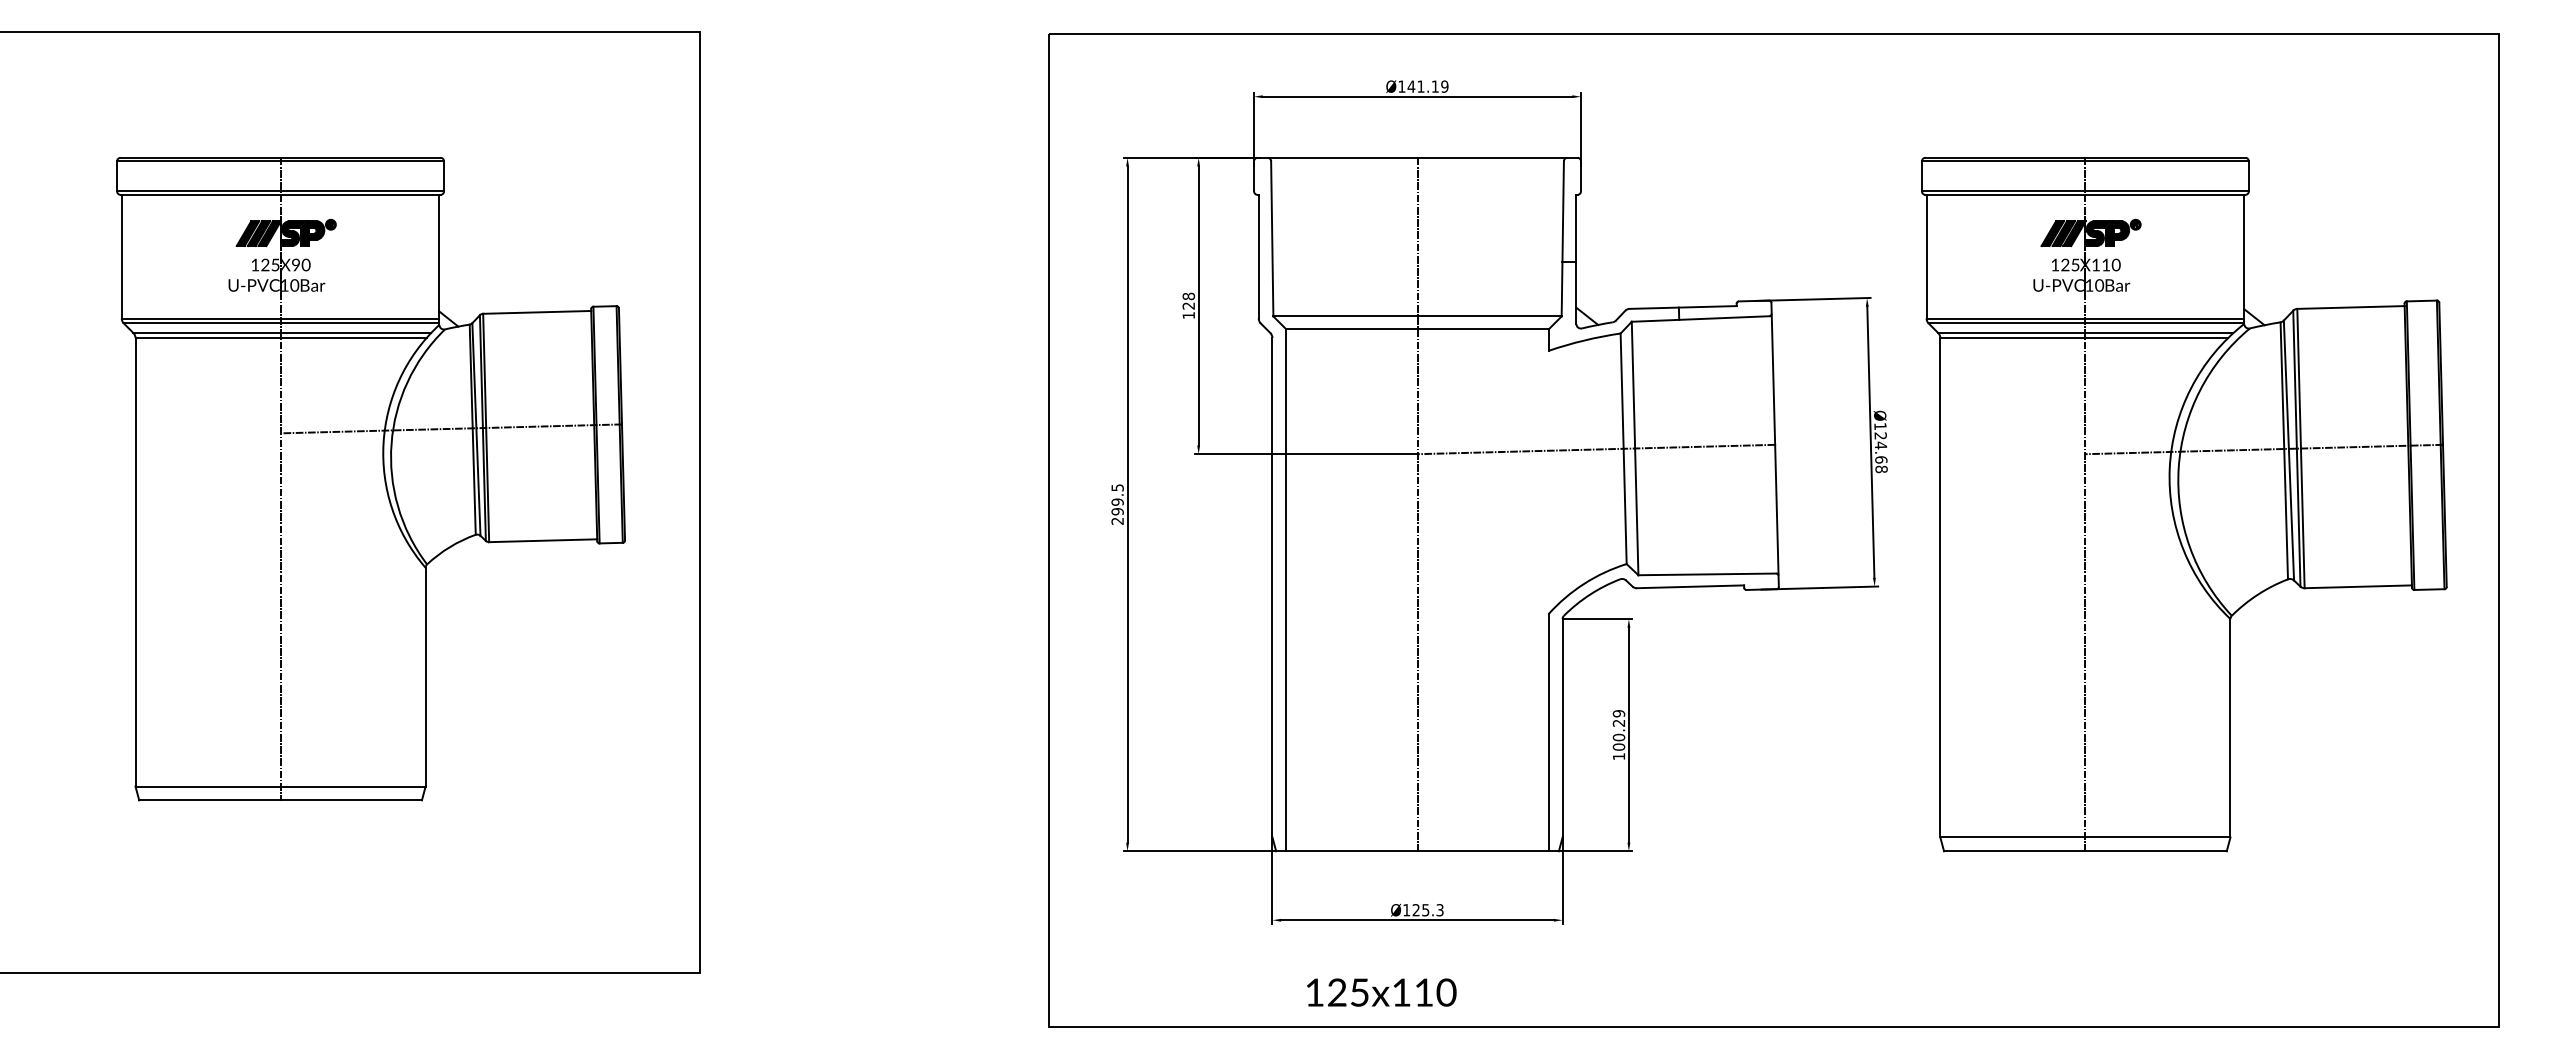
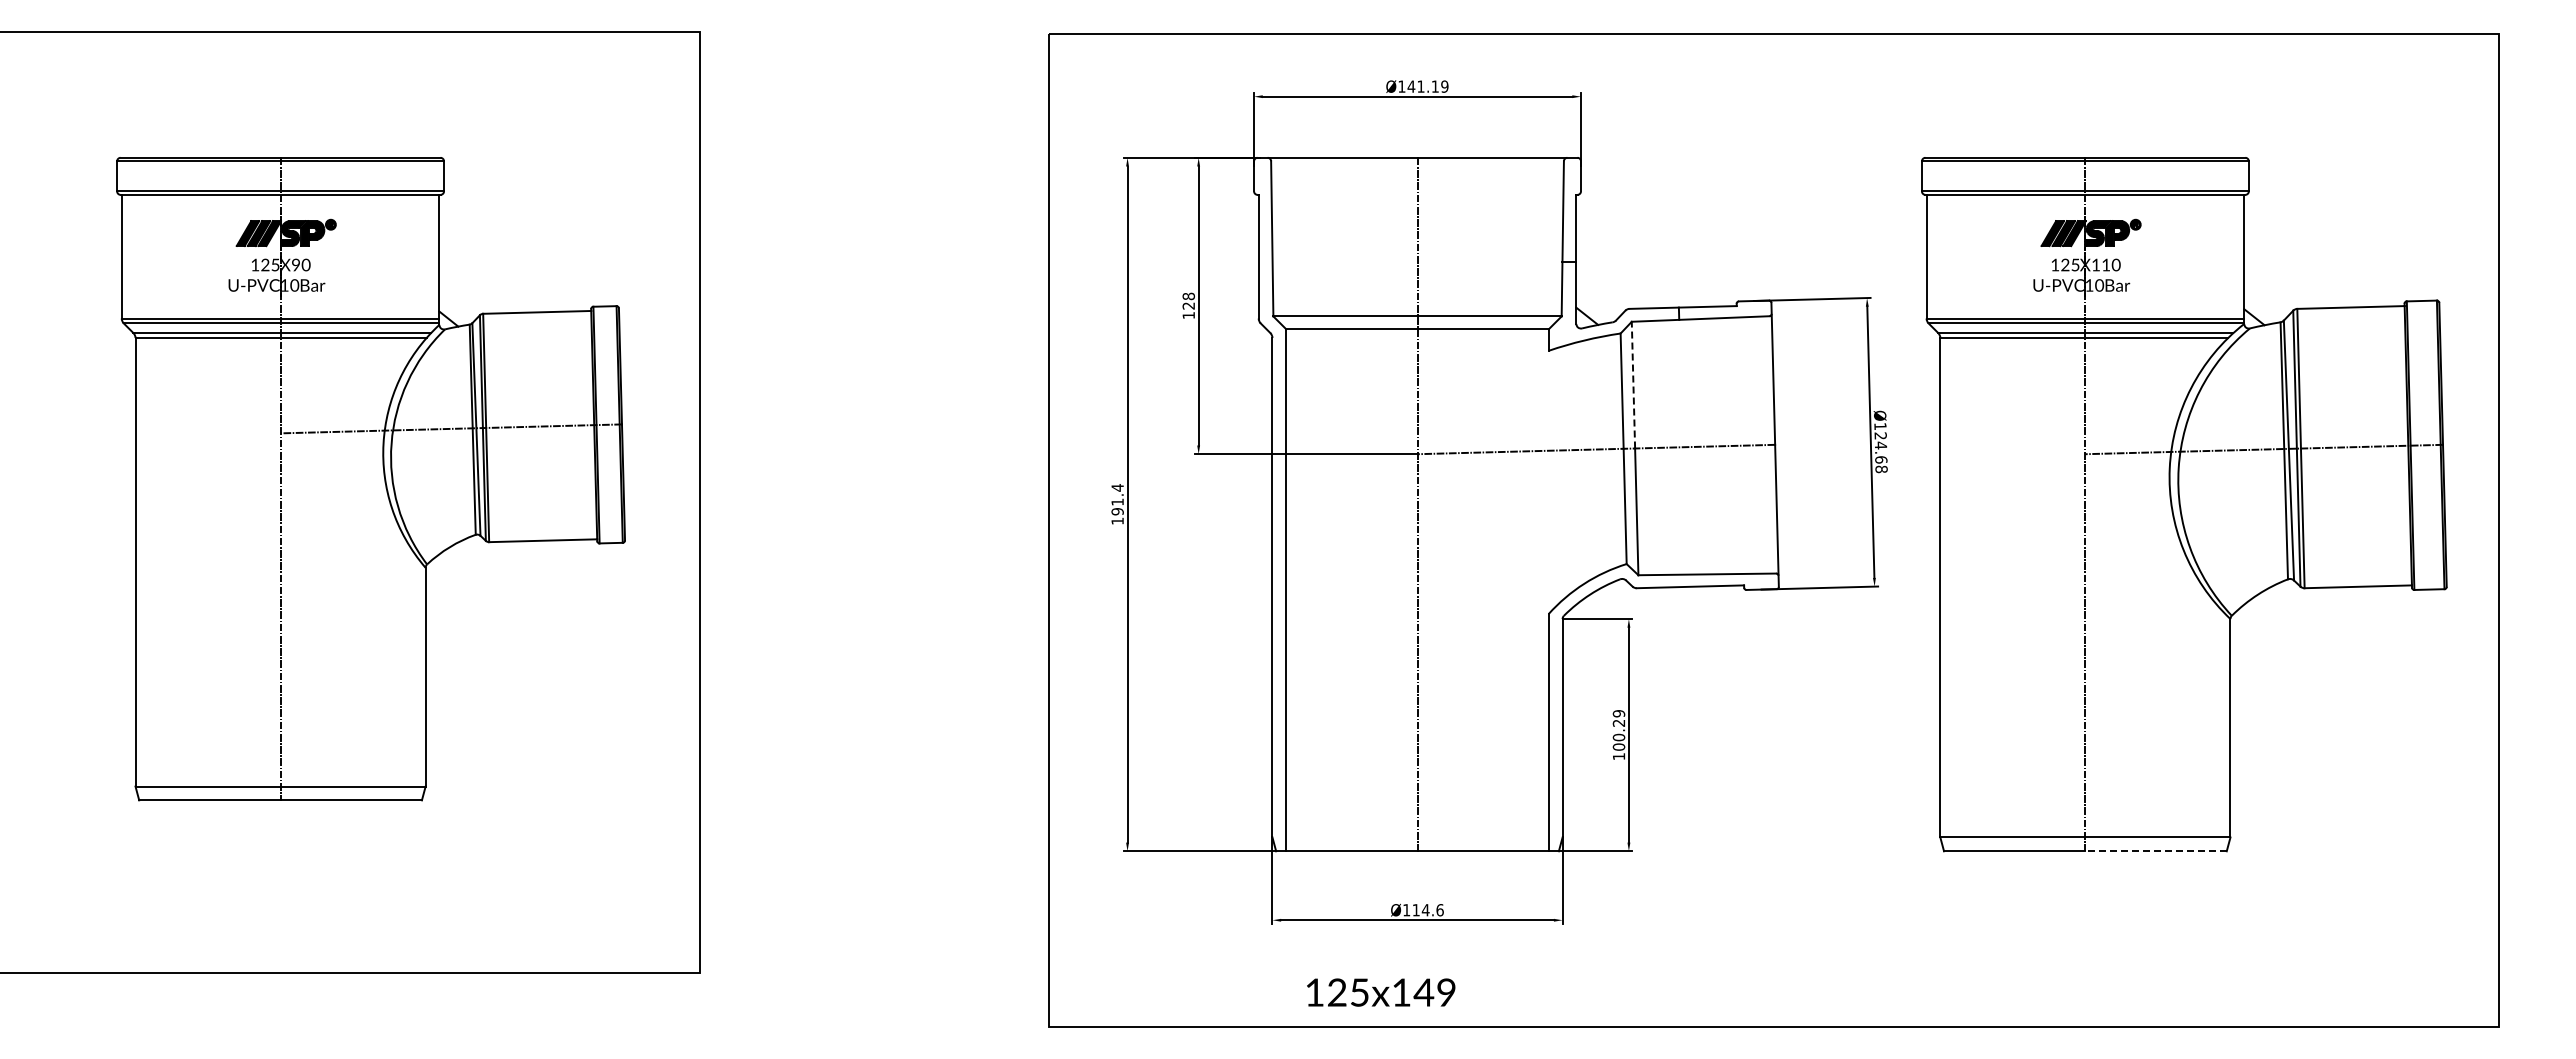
line at (1633, 384): solid -> dashed
text at (1117, 504): 299.5 -> 191.4
line at (2156, 851): solid -> dashed
text at (1427, 910): Ø125.3 -> Ø114.6
text at (1434, 992): 125x110 -> 125x149
